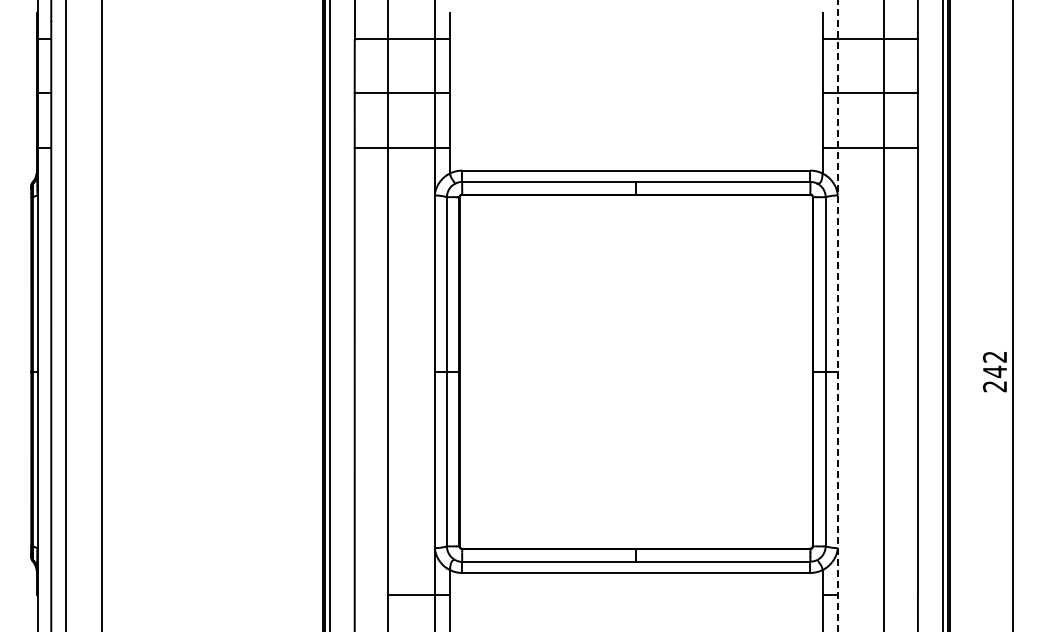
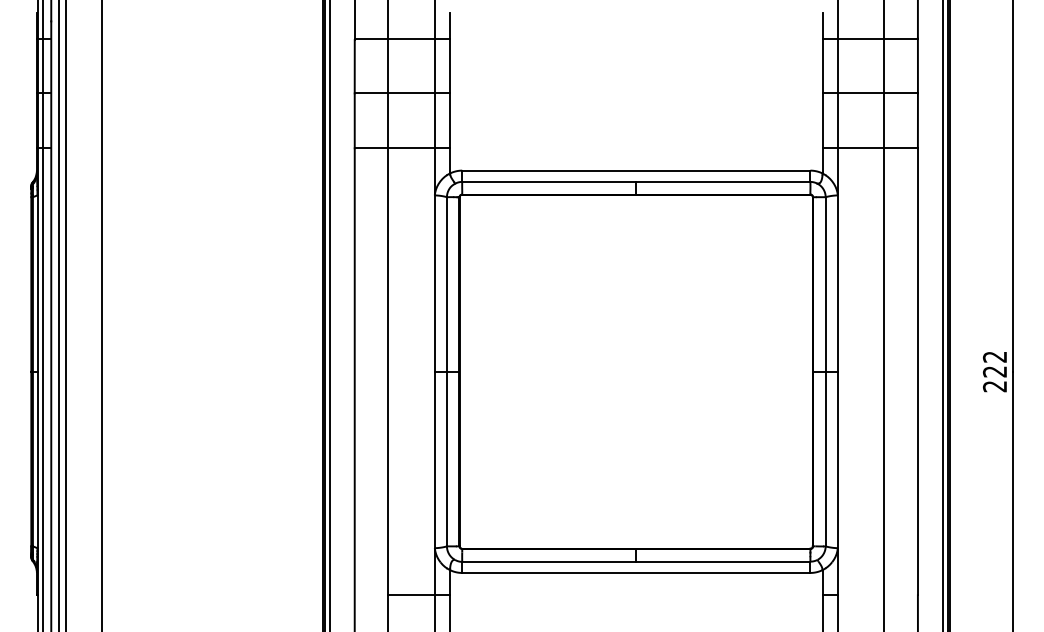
line at (43, 315): none -> present
line at (59, 315): none -> present
line at (837, 315): dashed -> solid
text at (994, 371): 242 -> 222
